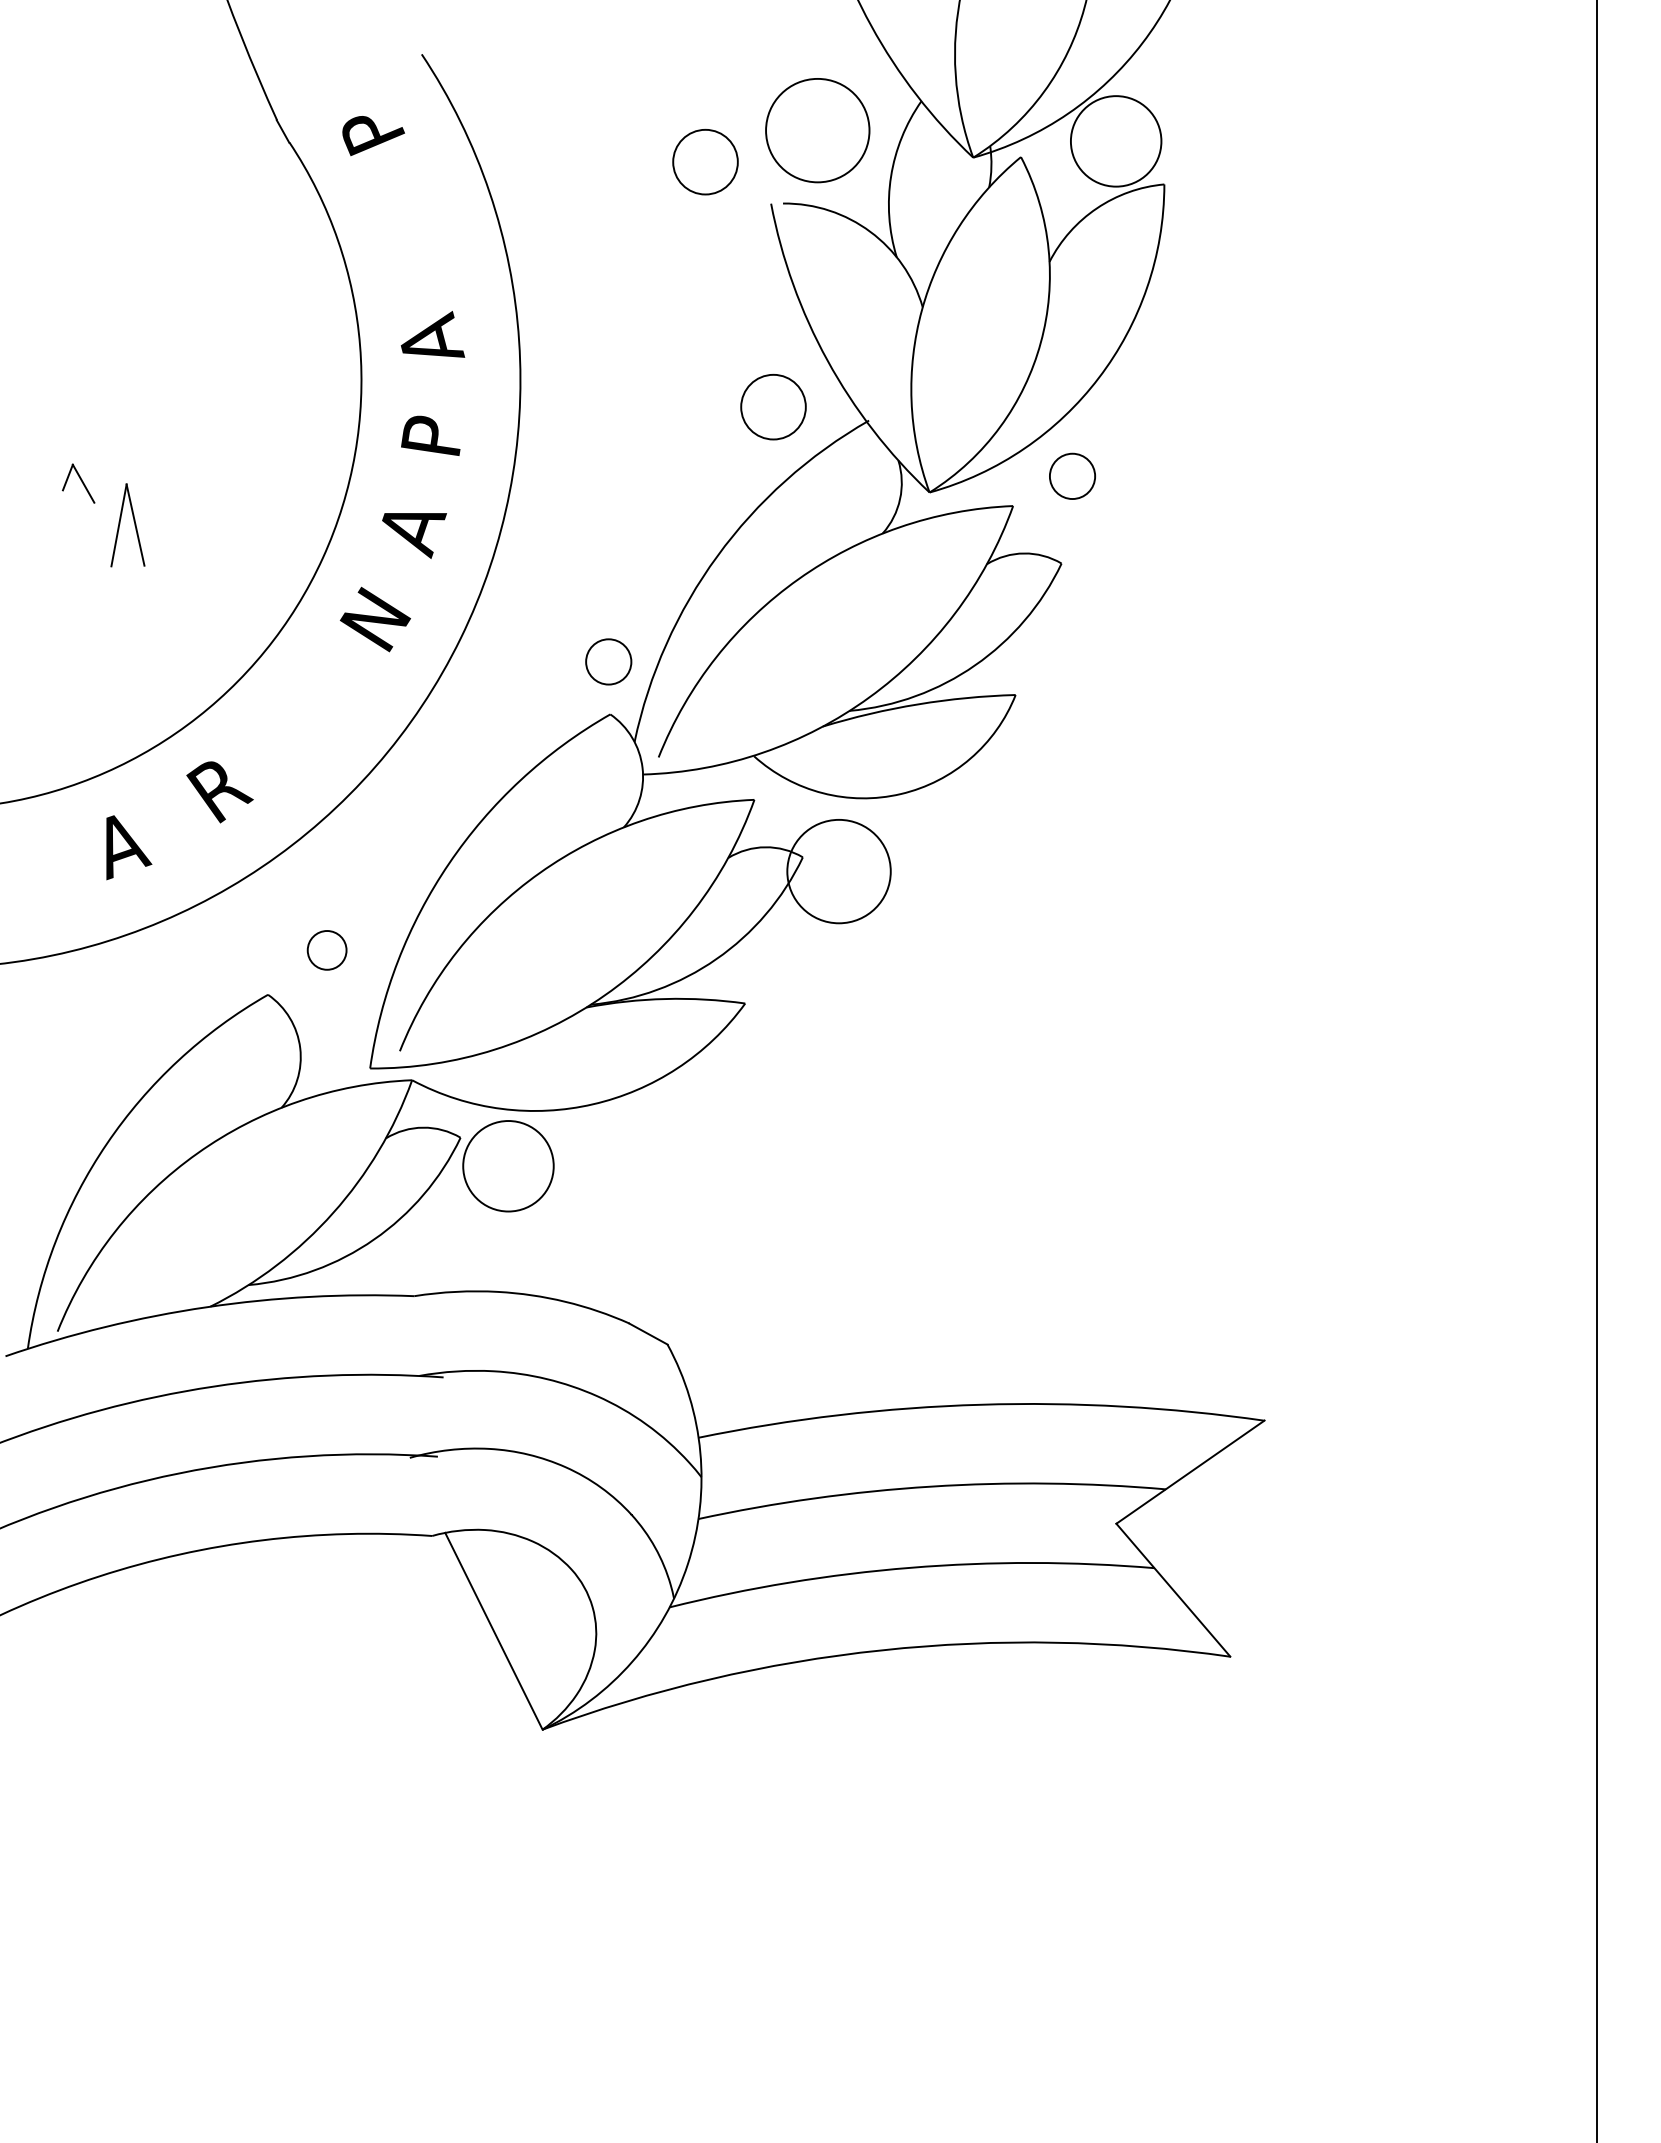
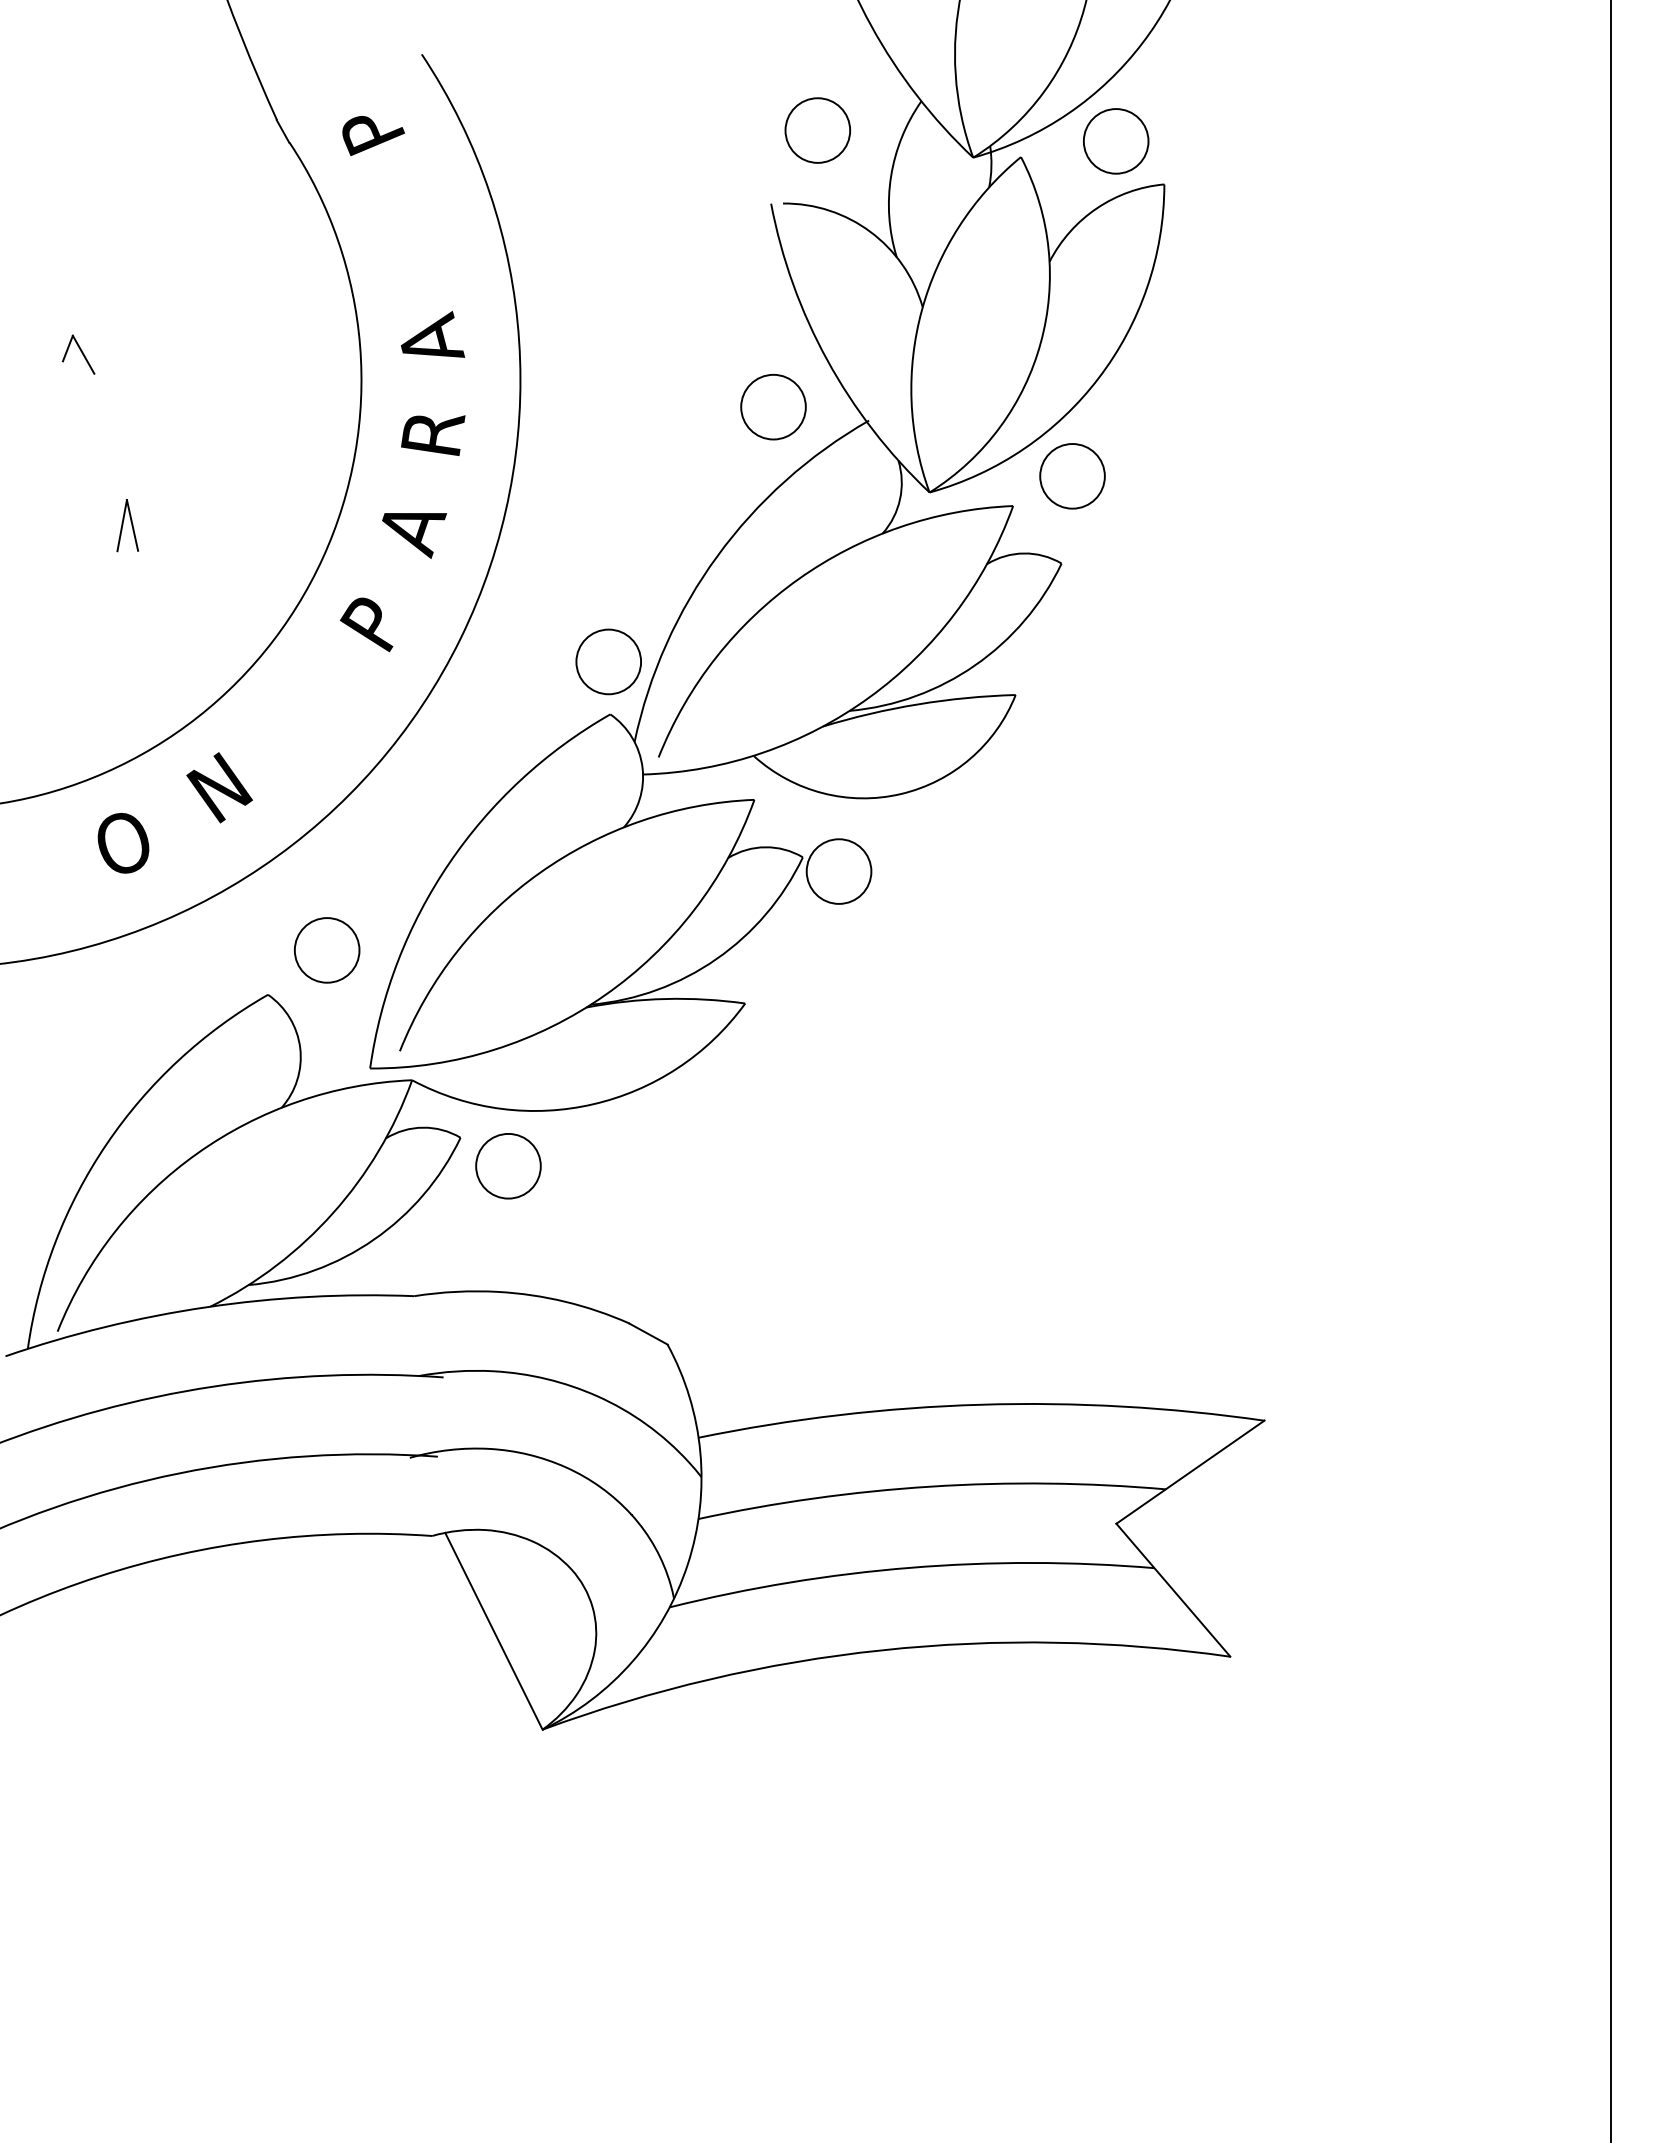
circle at (817, 130) size: 106x106 px -> 68x67 px
circle at (1115, 141) diameter: 91 px -> 65 px
circle at (705, 162): present -> none
text at (435, 430): P -> R
circle at (1072, 475) size: 47x48 px -> 67x67 px
part at (78, 483) position: (78, 483) -> (78, 354)
part at (127, 525) size: 36x85 px -> 23x54 px
text at (378, 616): N -> P
circle at (608, 661) diameter: 45 px -> 65 px
text at (223, 785): R -> N
text at (124, 846): A -> O
circle at (838, 871) diameter: 103 px -> 65 px
circle at (326, 950) diameter: 39 px -> 65 px
line at (1597, 1070) position: (1597, 1070) -> (1611, 1070)
circle at (508, 1166) diameter: 91 px -> 65 px
